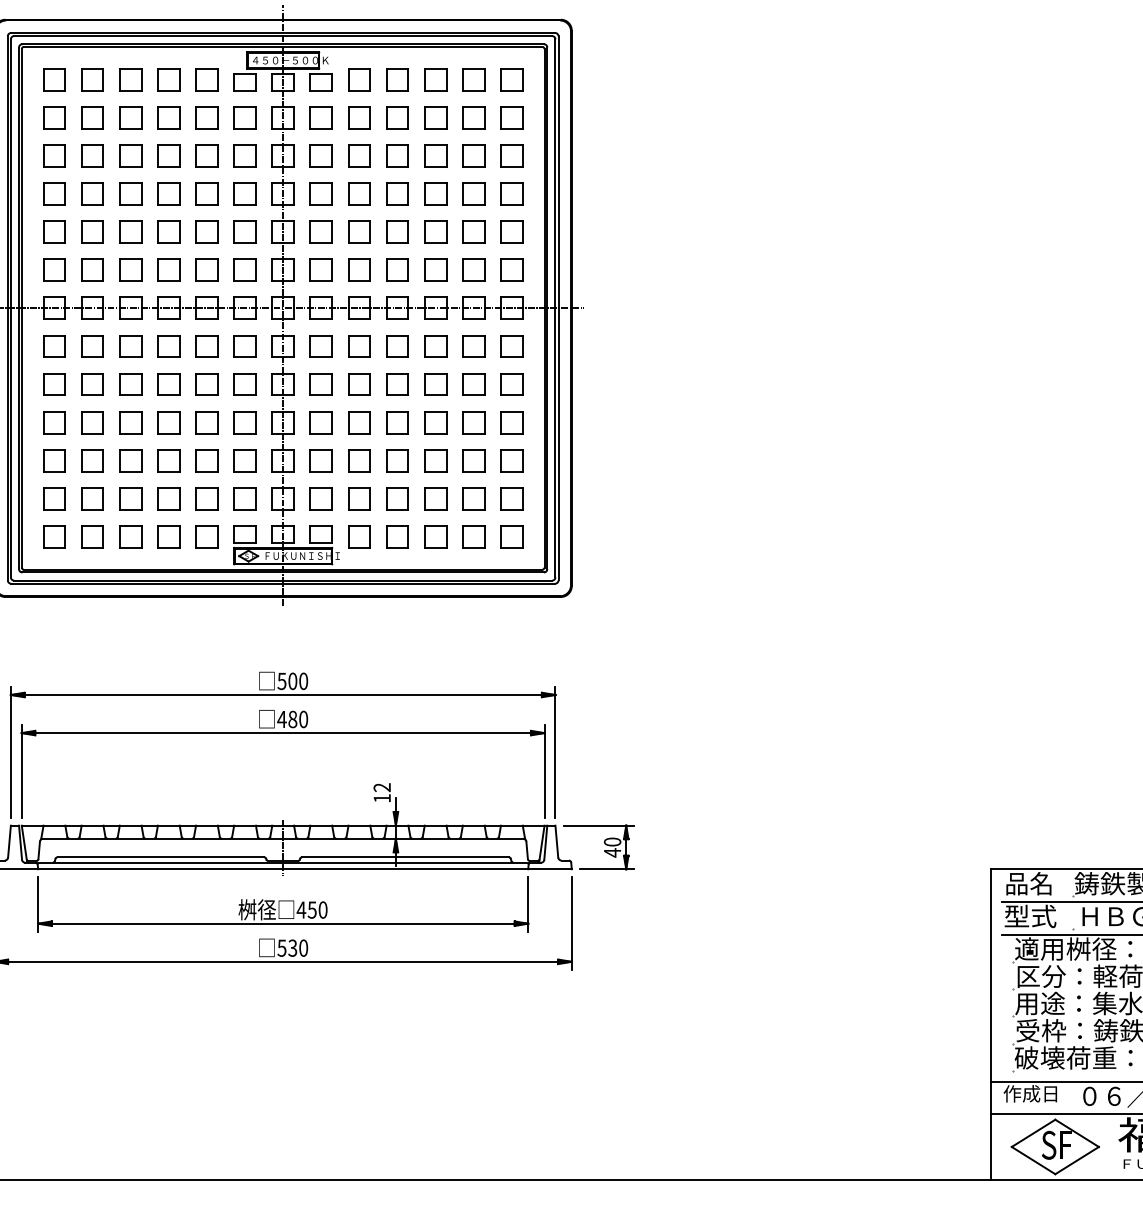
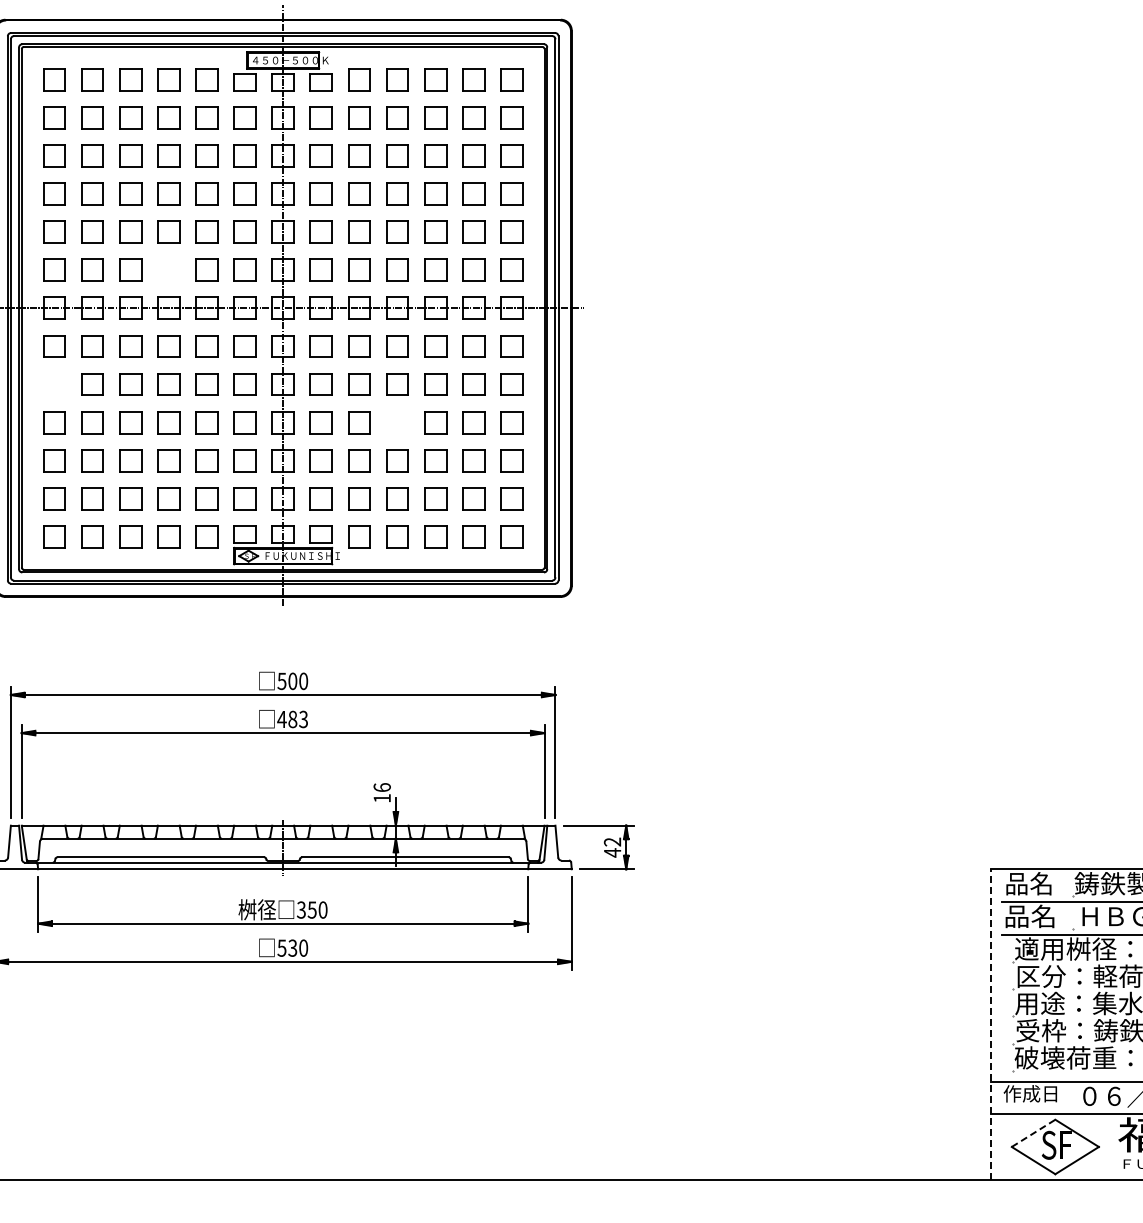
part at (168, 269): present -> none
part at (54, 384): present -> none
part at (397, 422): present -> none
text at (303, 719): 480 -> 483
text at (381, 787): 12 -> 16
text at (612, 841): 40 -> 42
text at (301, 909): 450 -> 350
text at (1030, 916): 型式 -> 品名
line at (991, 1023): solid -> dashed
line at (1033, 1133): solid -> dashed
